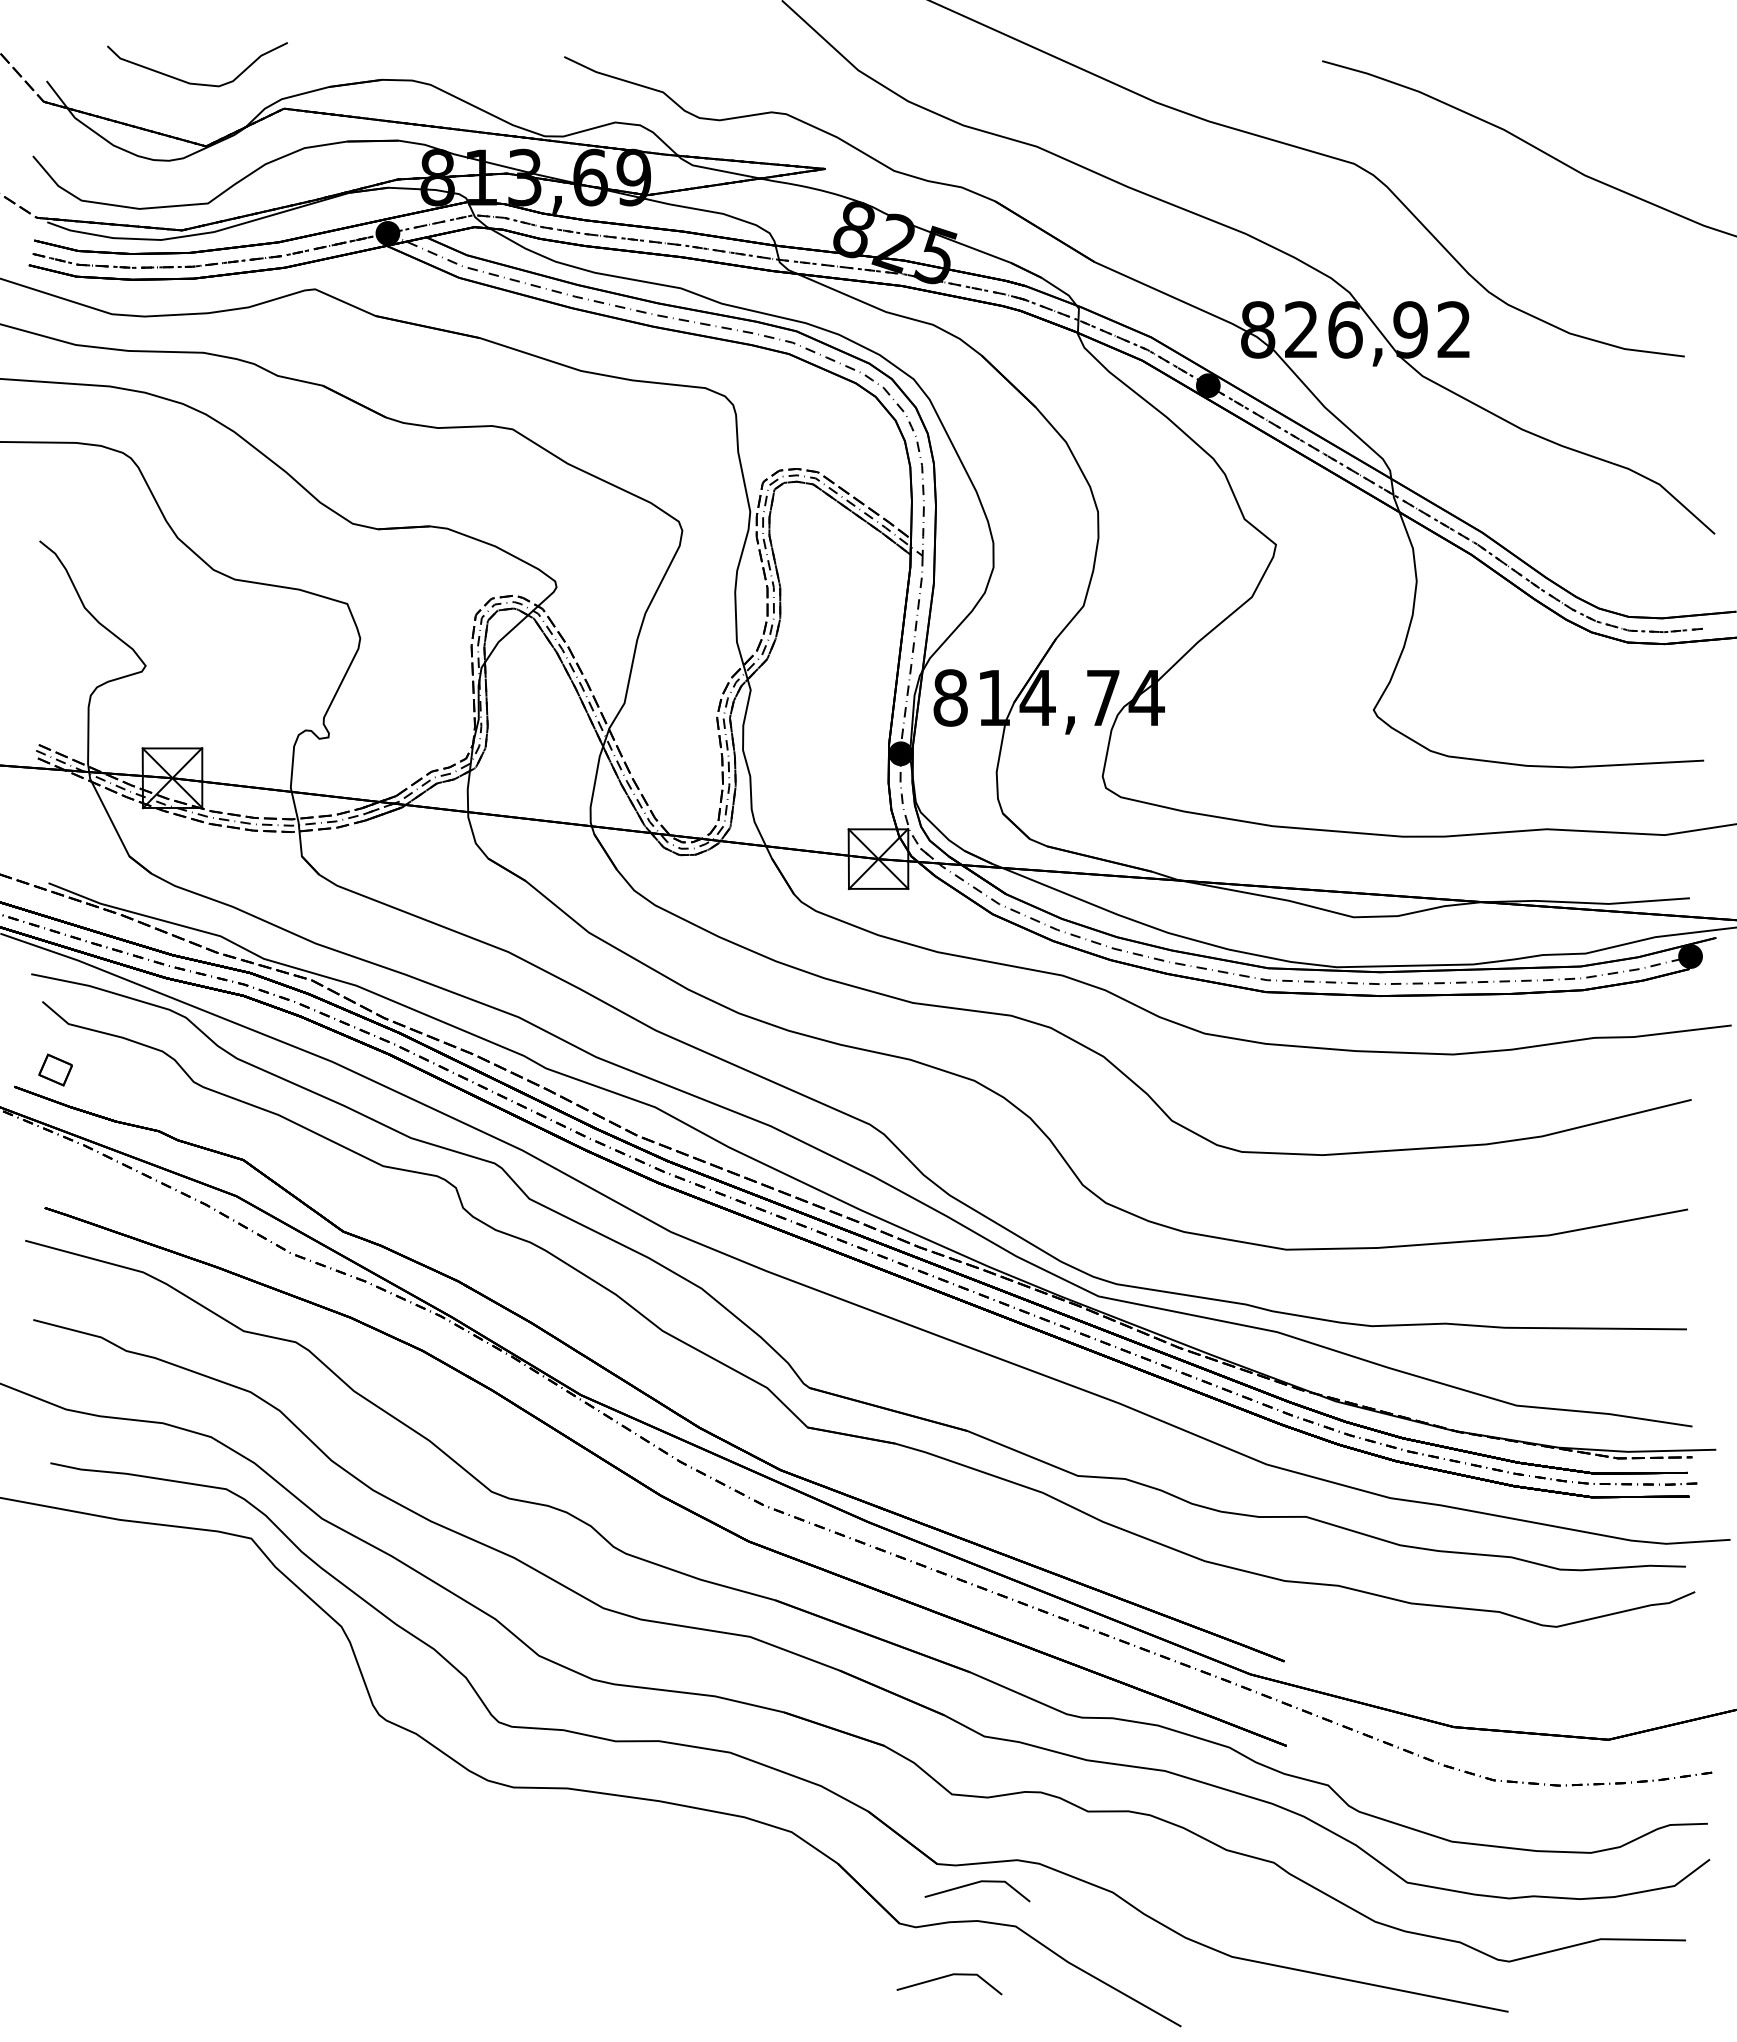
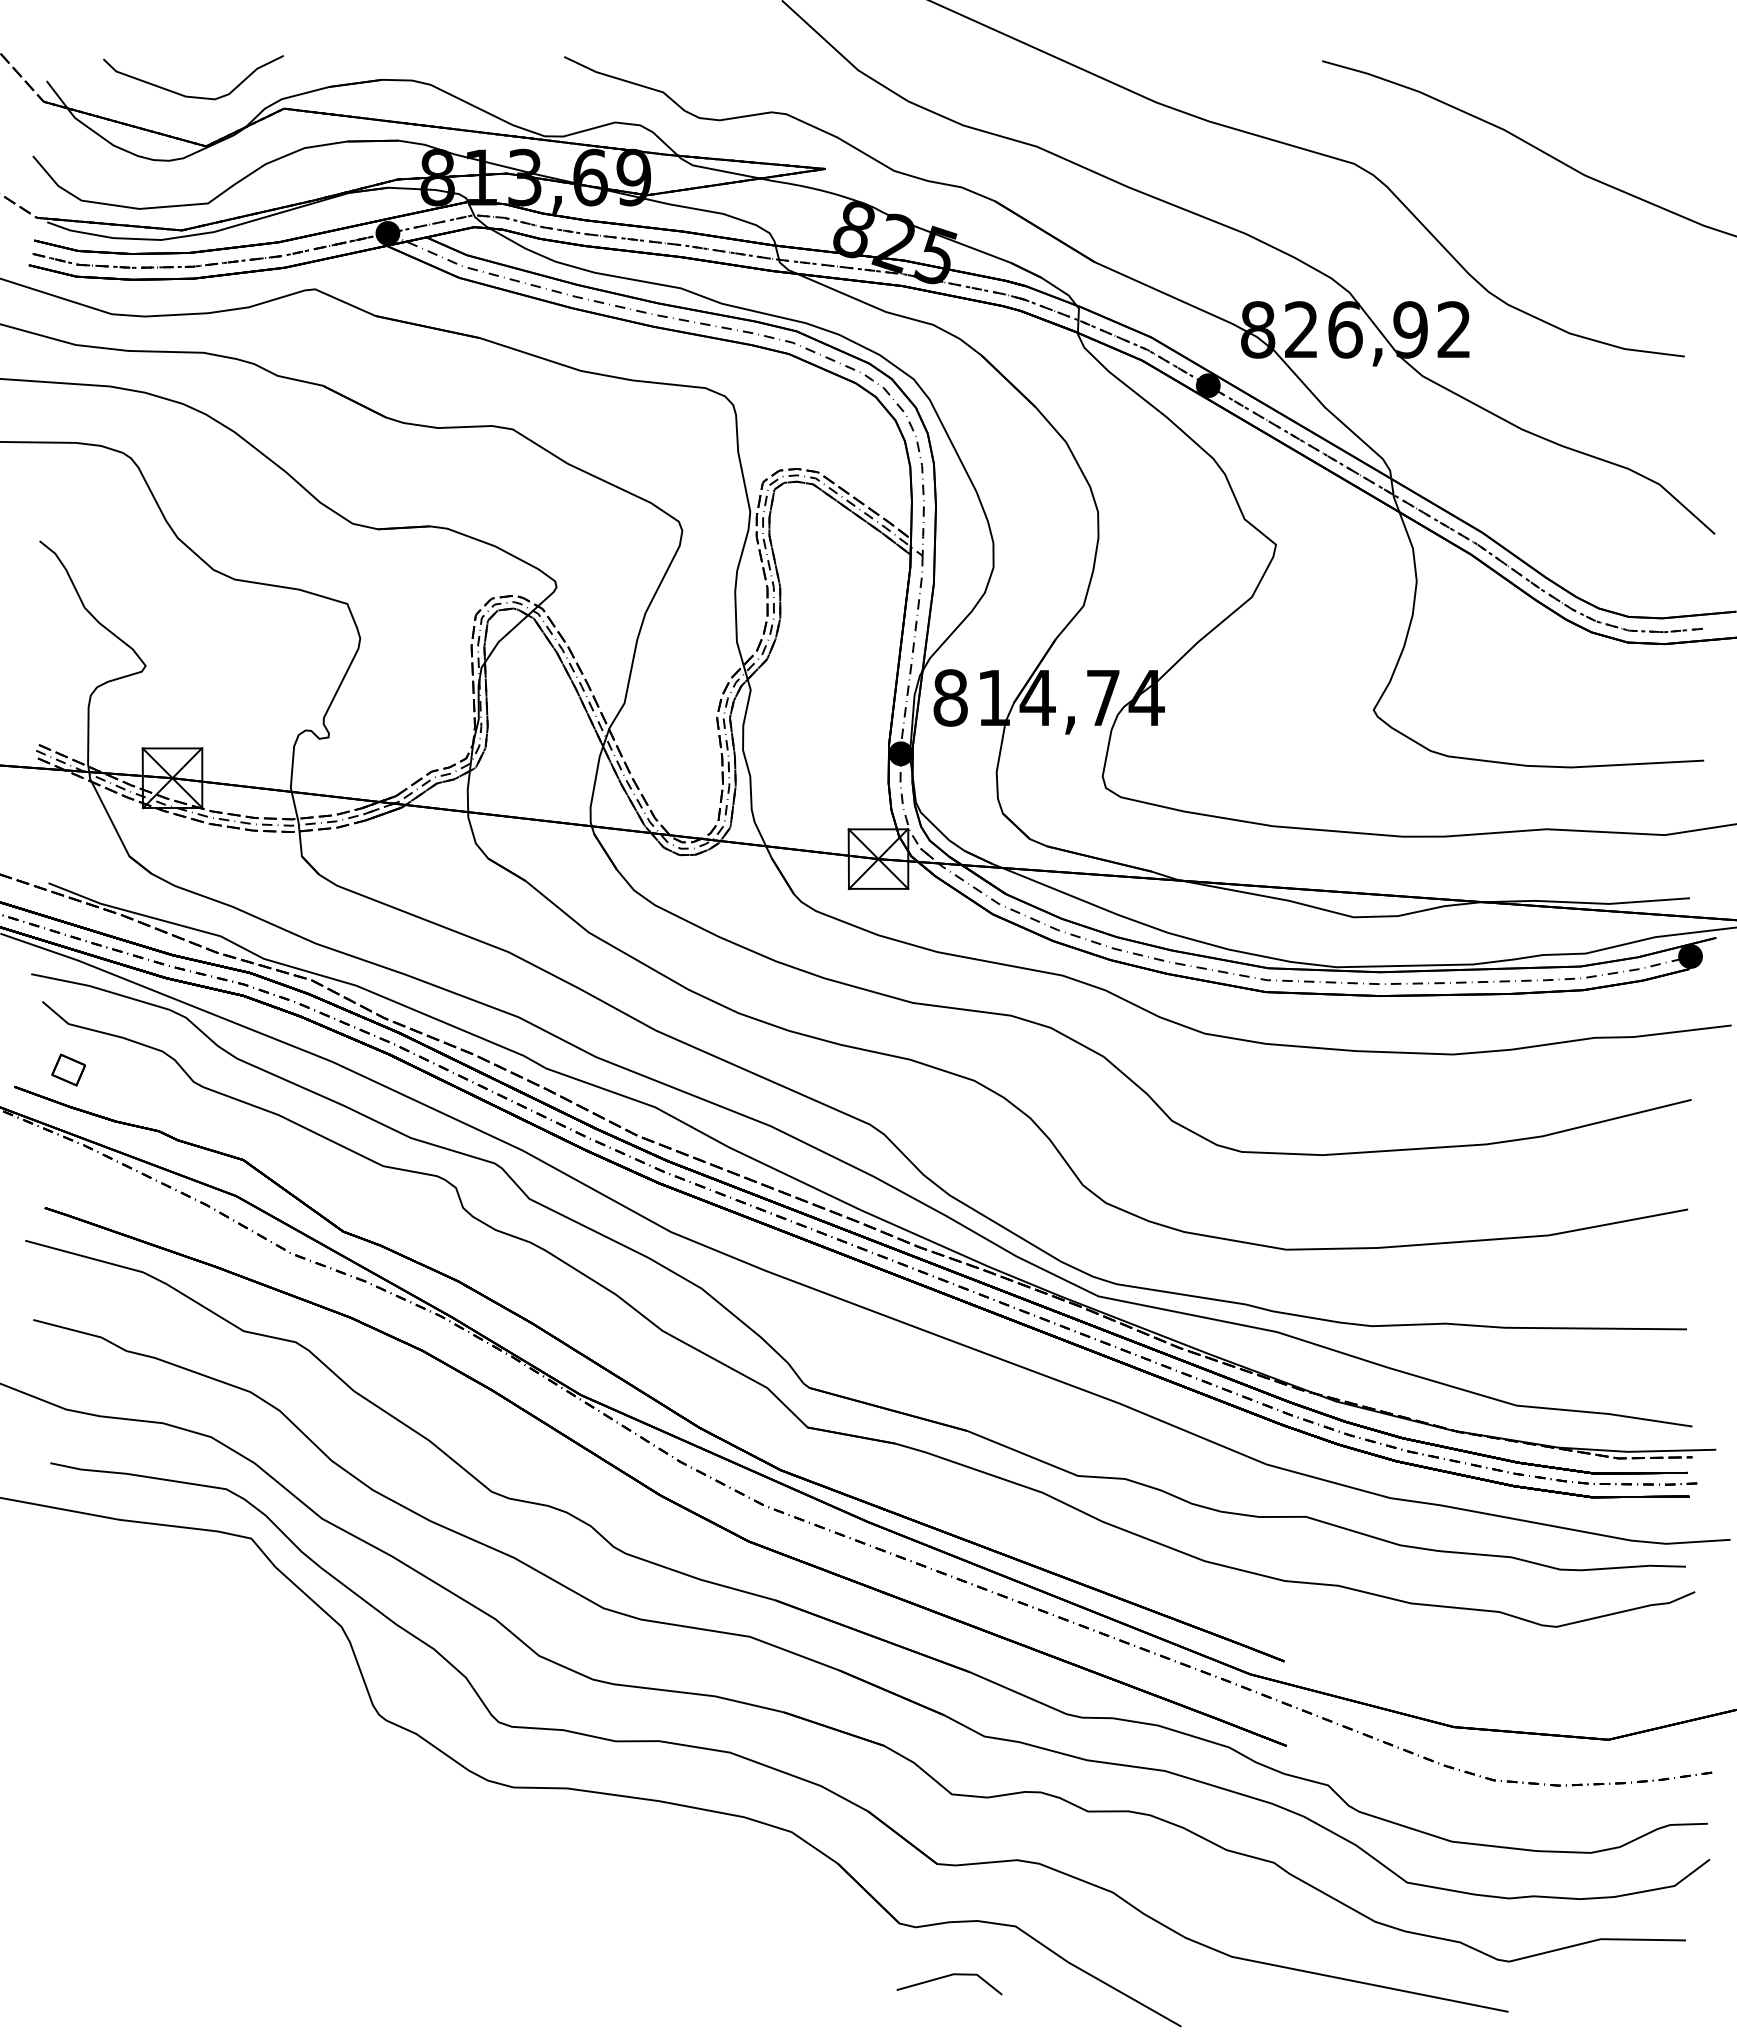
curve at (192, 82) position: (192, 82) -> (188, 95)
part at (55, 1069) position: (55, 1069) -> (68, 1069)
line at (974, 1884): present -> none
